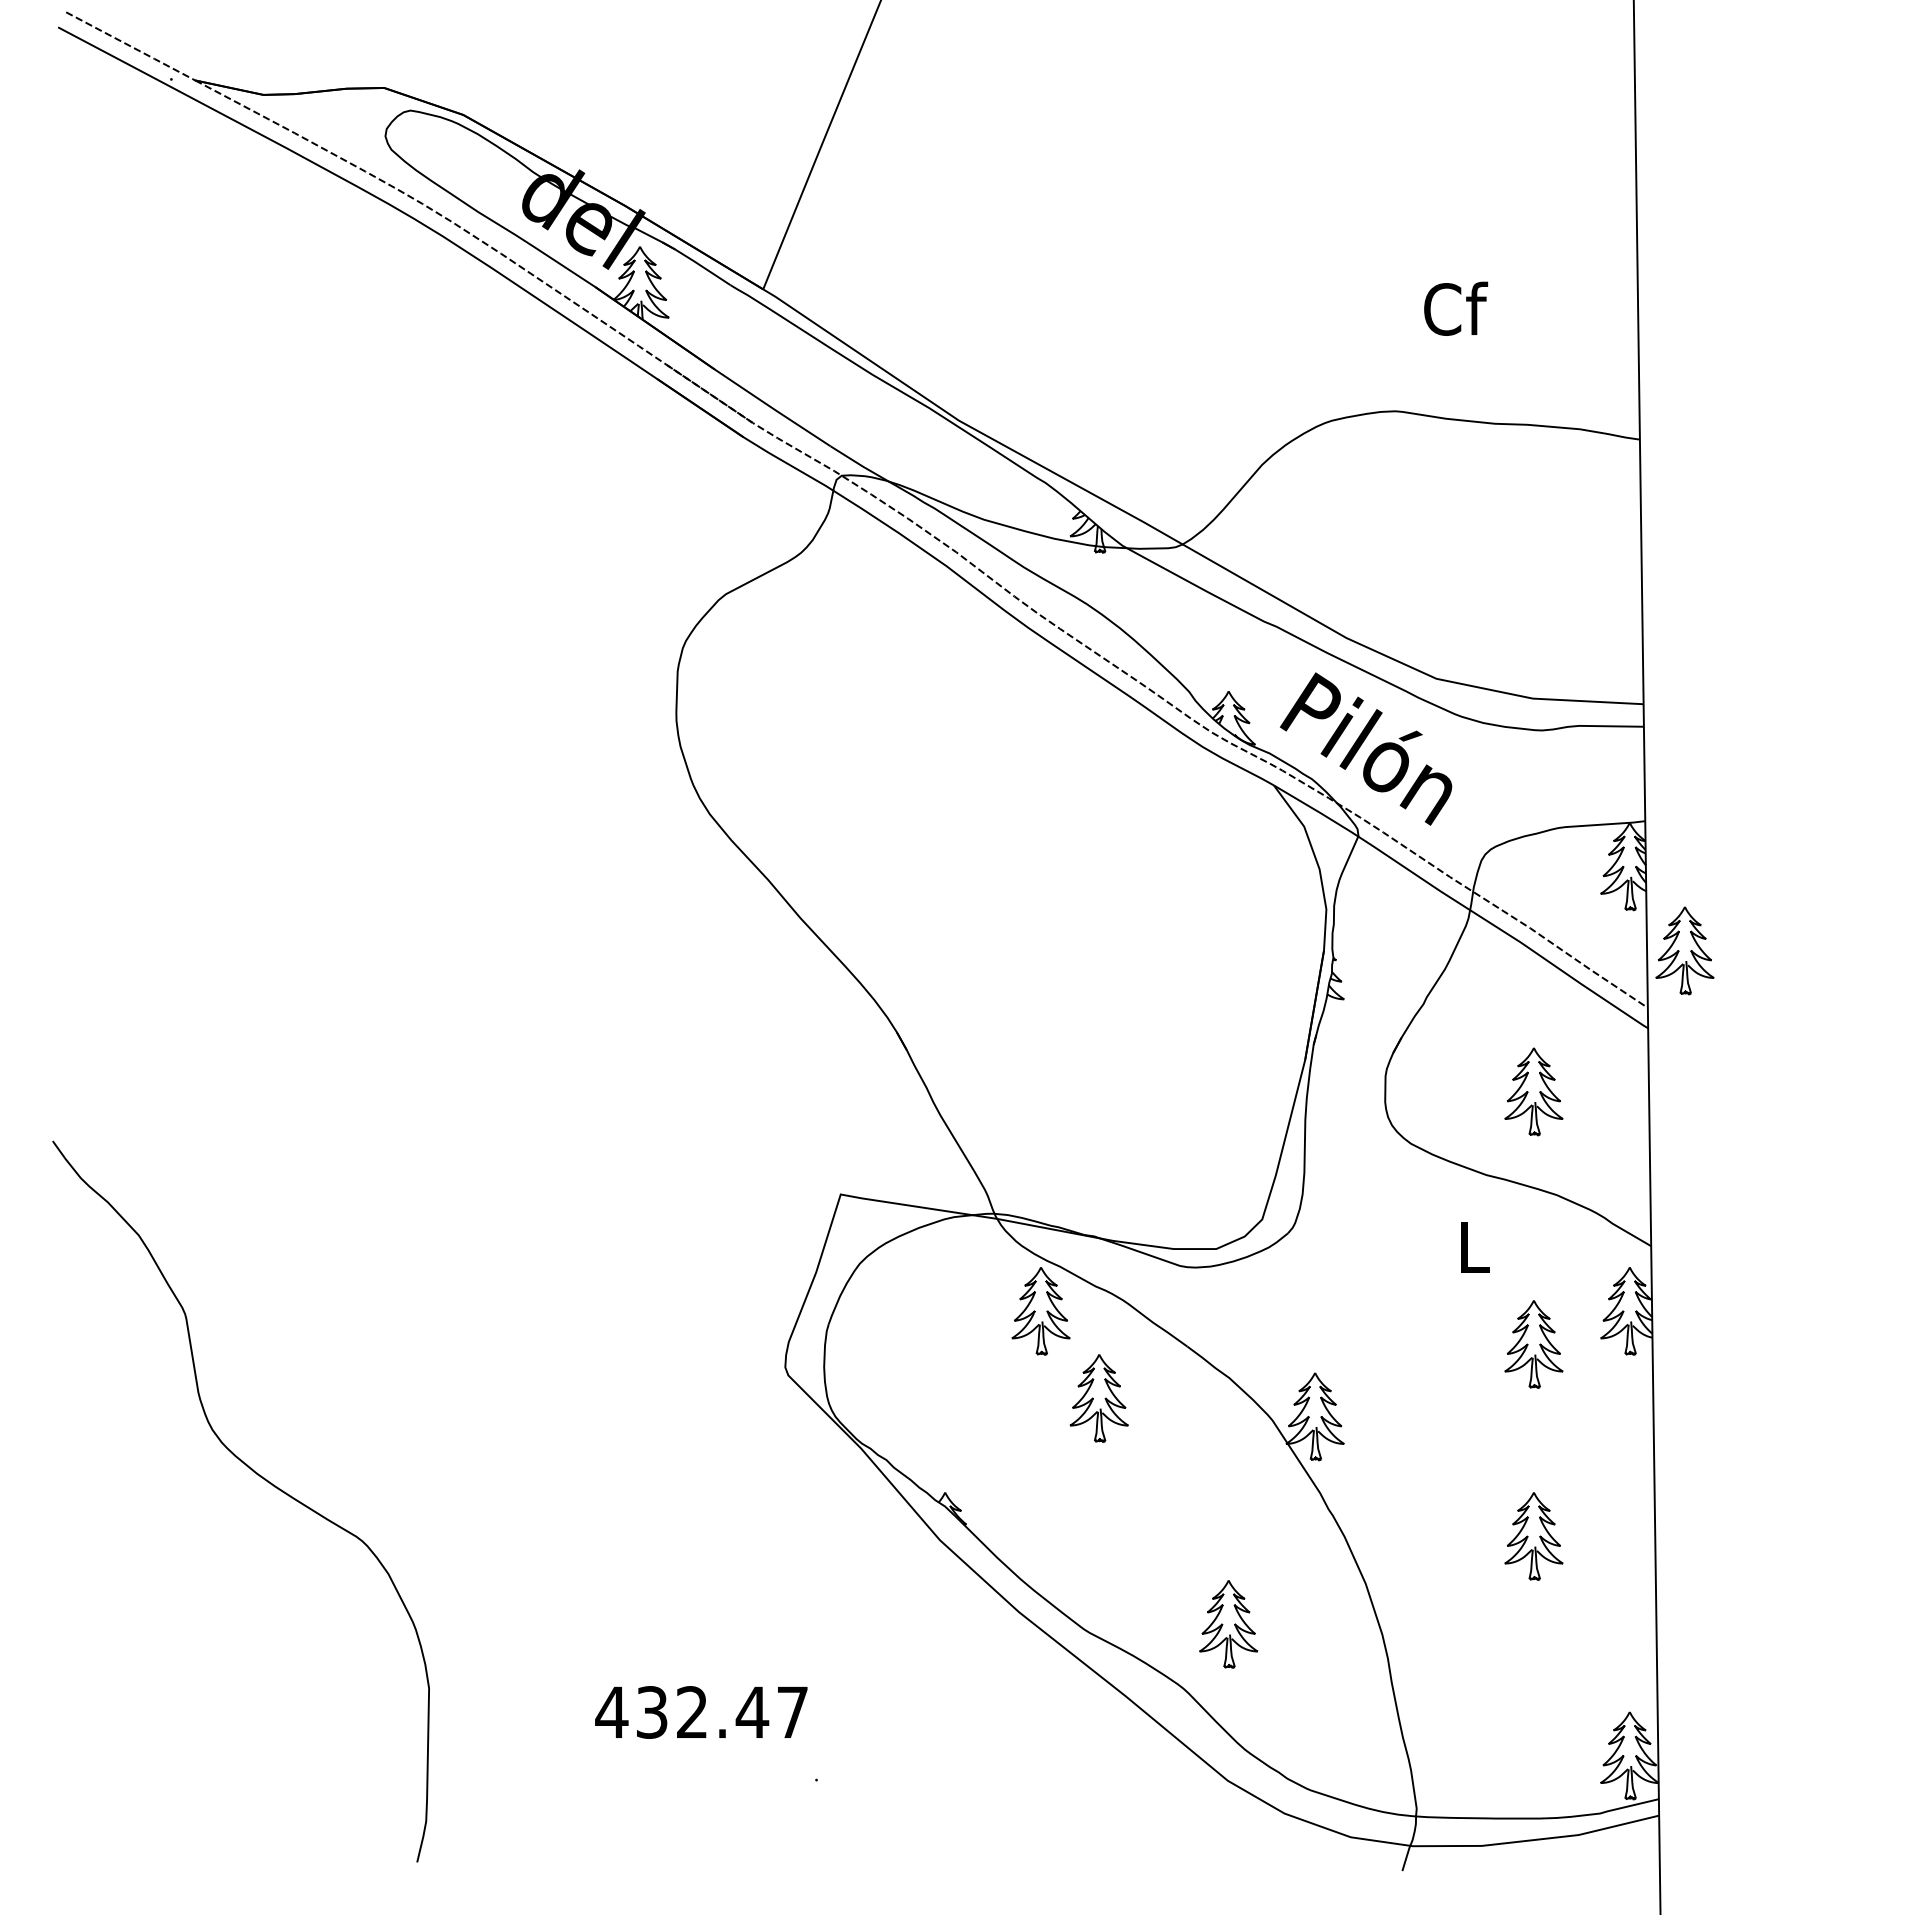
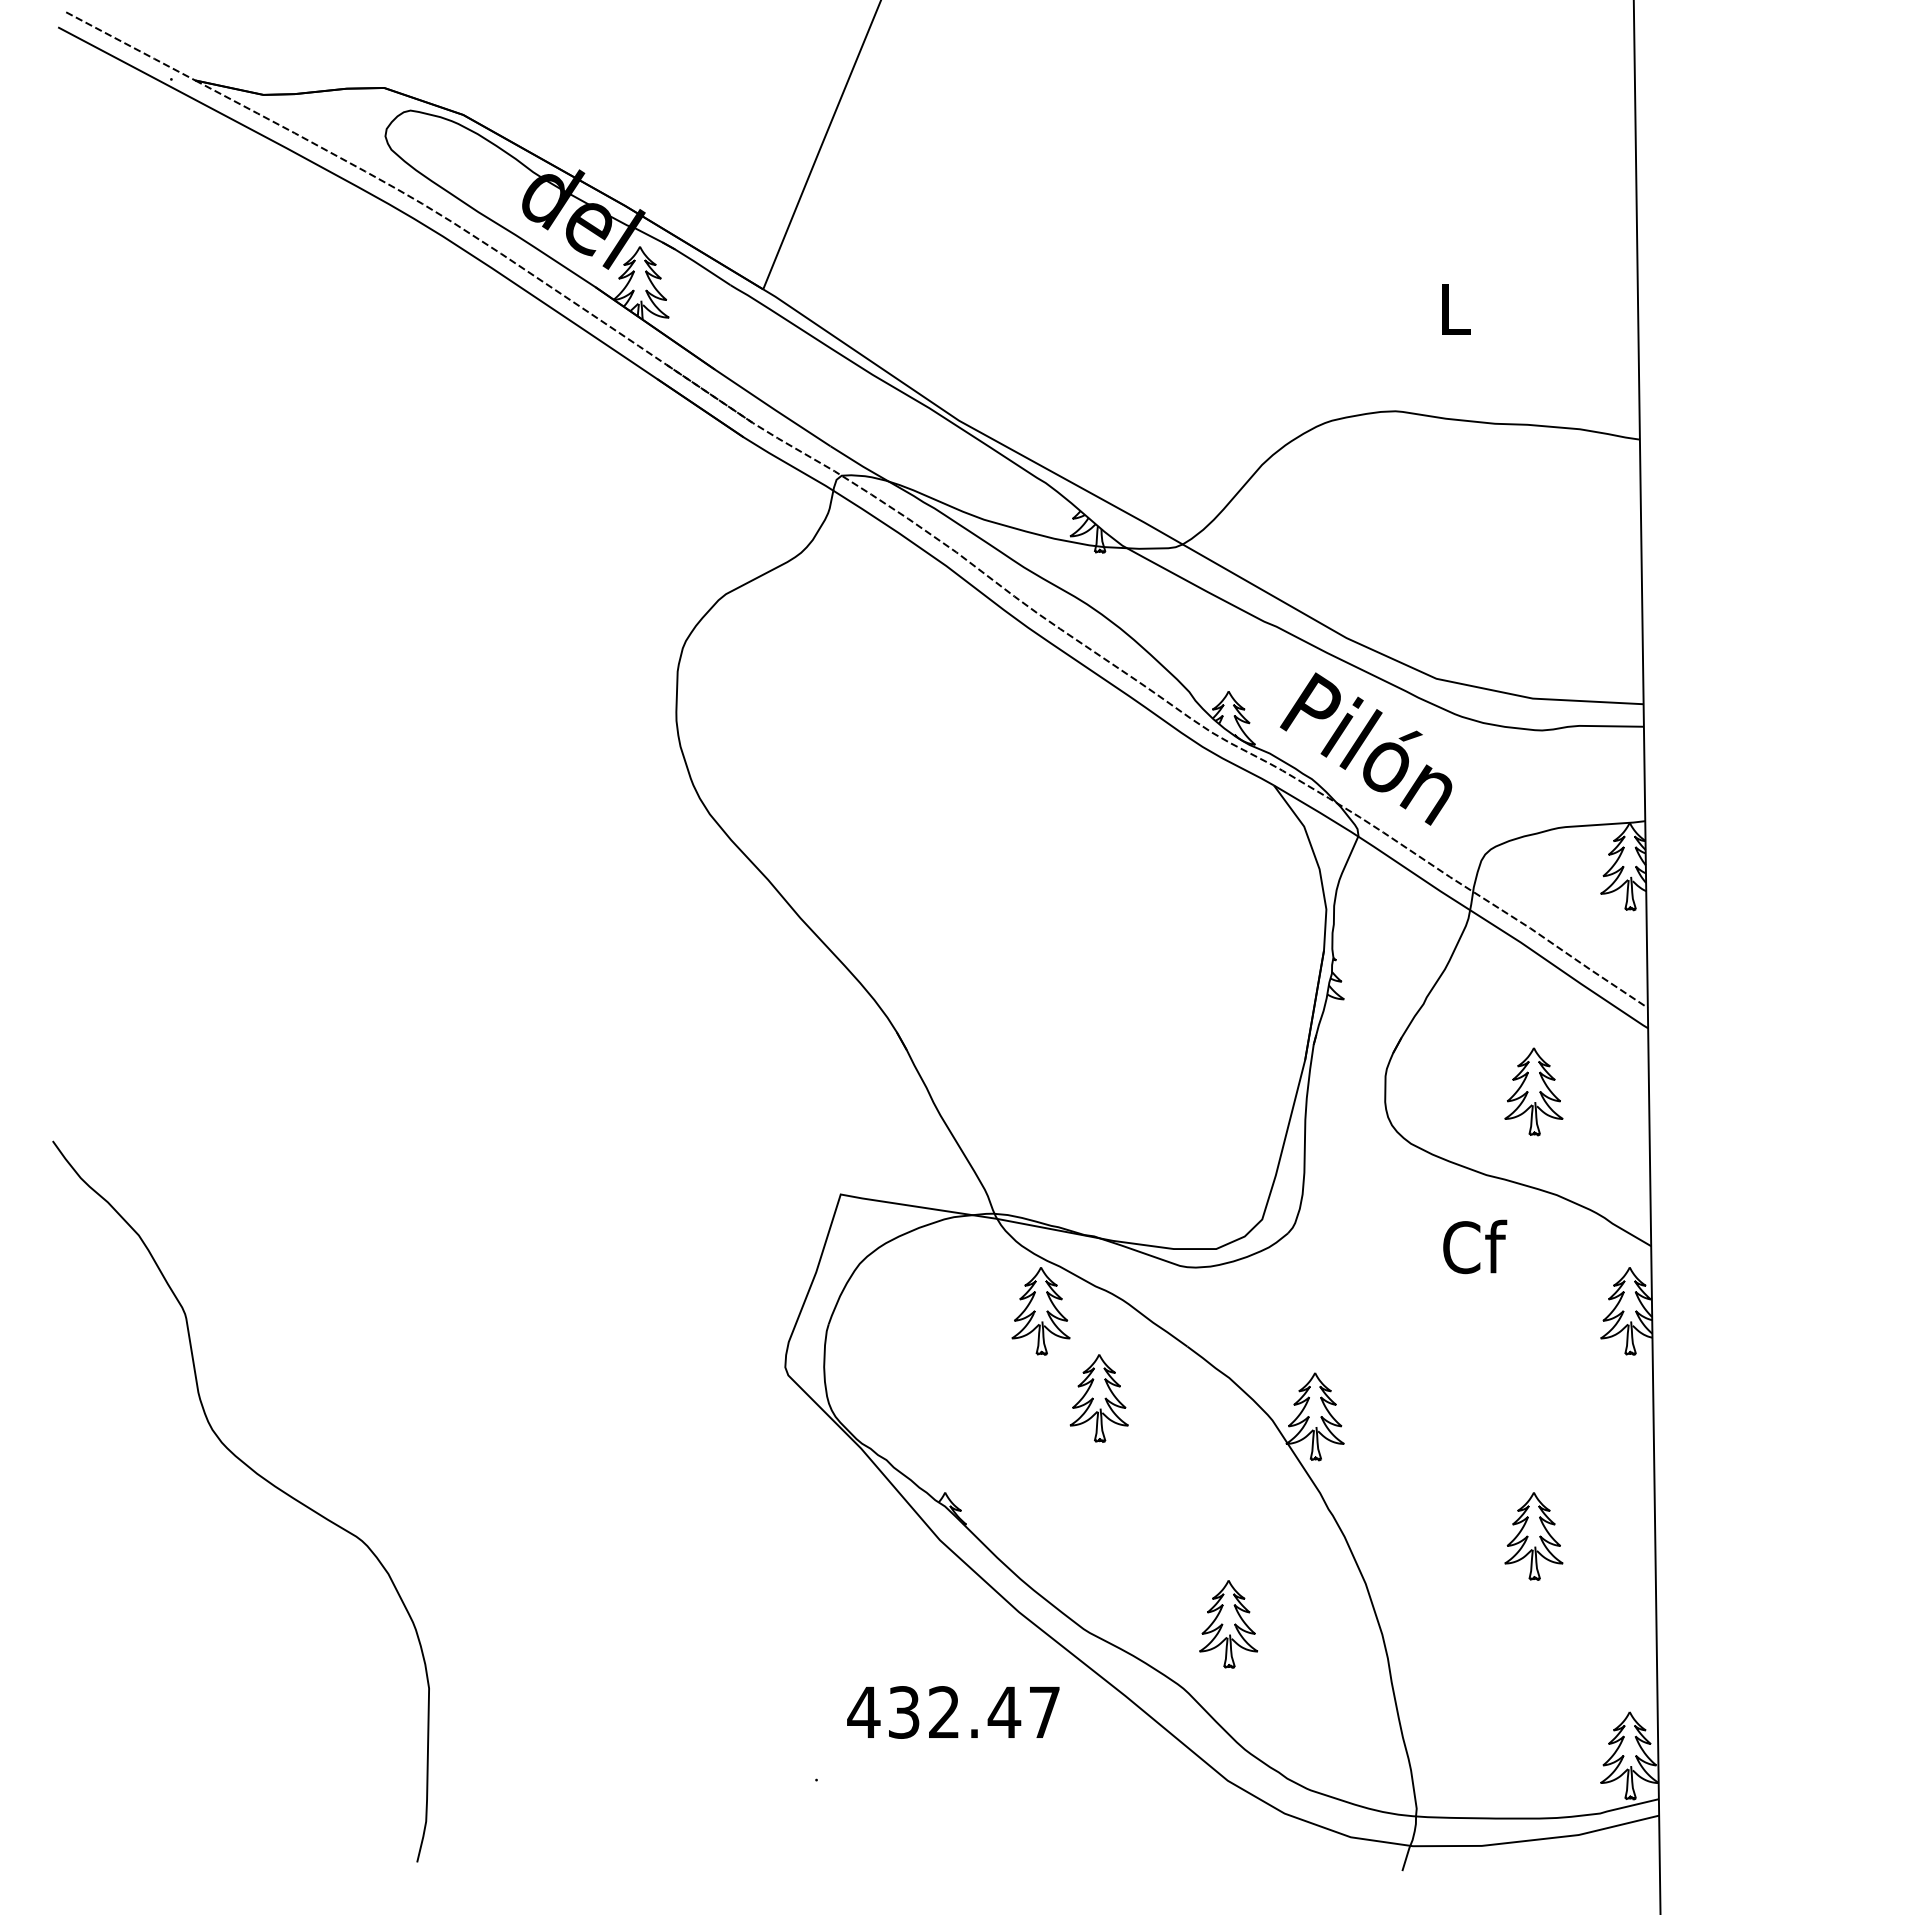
text at (1456, 308): Cf -> L
part at (1684, 950): present -> none
text at (1475, 1246): L -> Cf
part at (1533, 1344): present -> none
text at (701, 1712) position: (701, 1712) -> (953, 1712)
